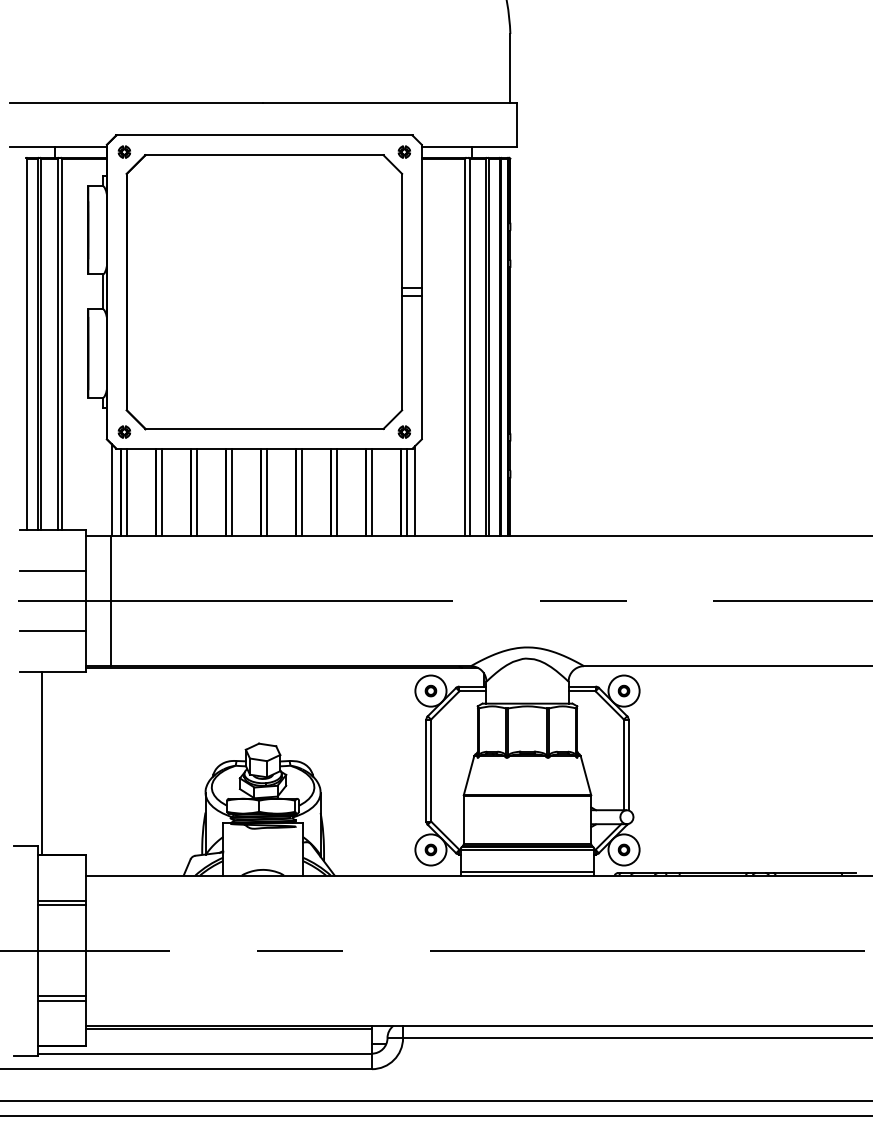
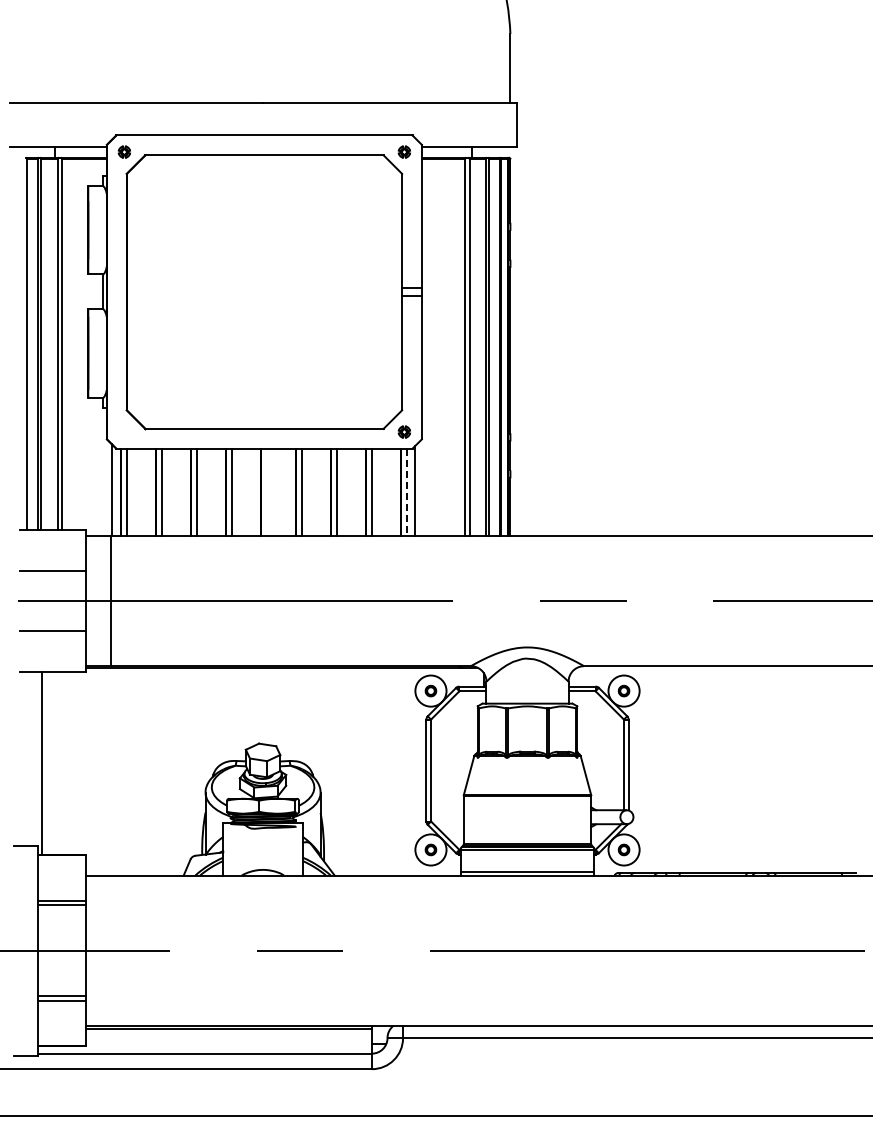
part at (123, 431): present -> none
line at (267, 491): present -> none
line at (406, 492): solid -> dashed
line at (435, 1100): present -> none
